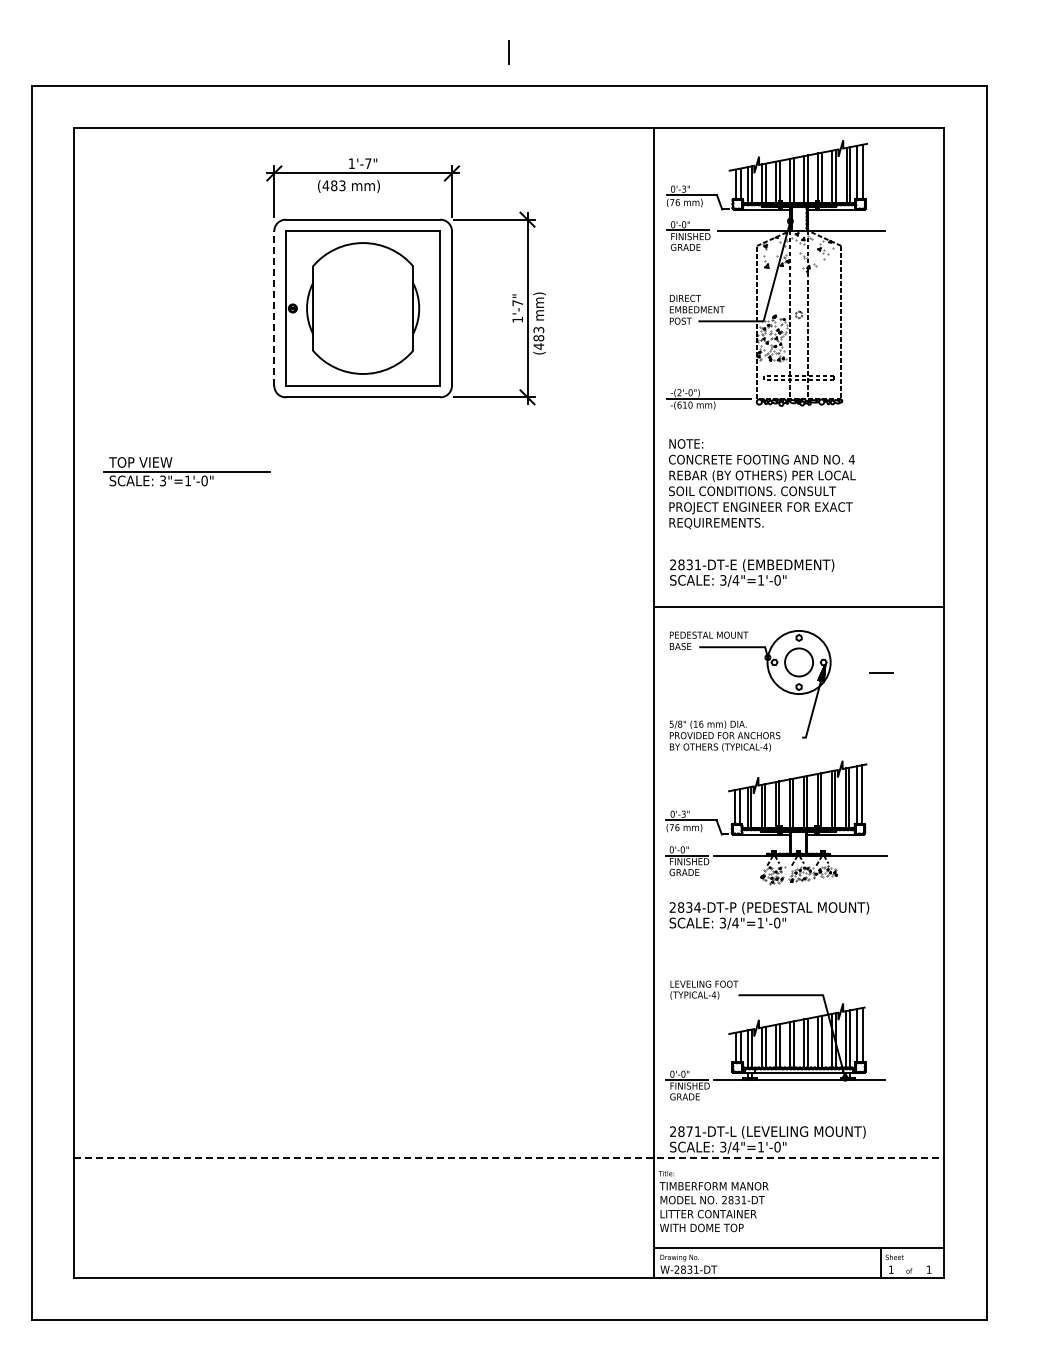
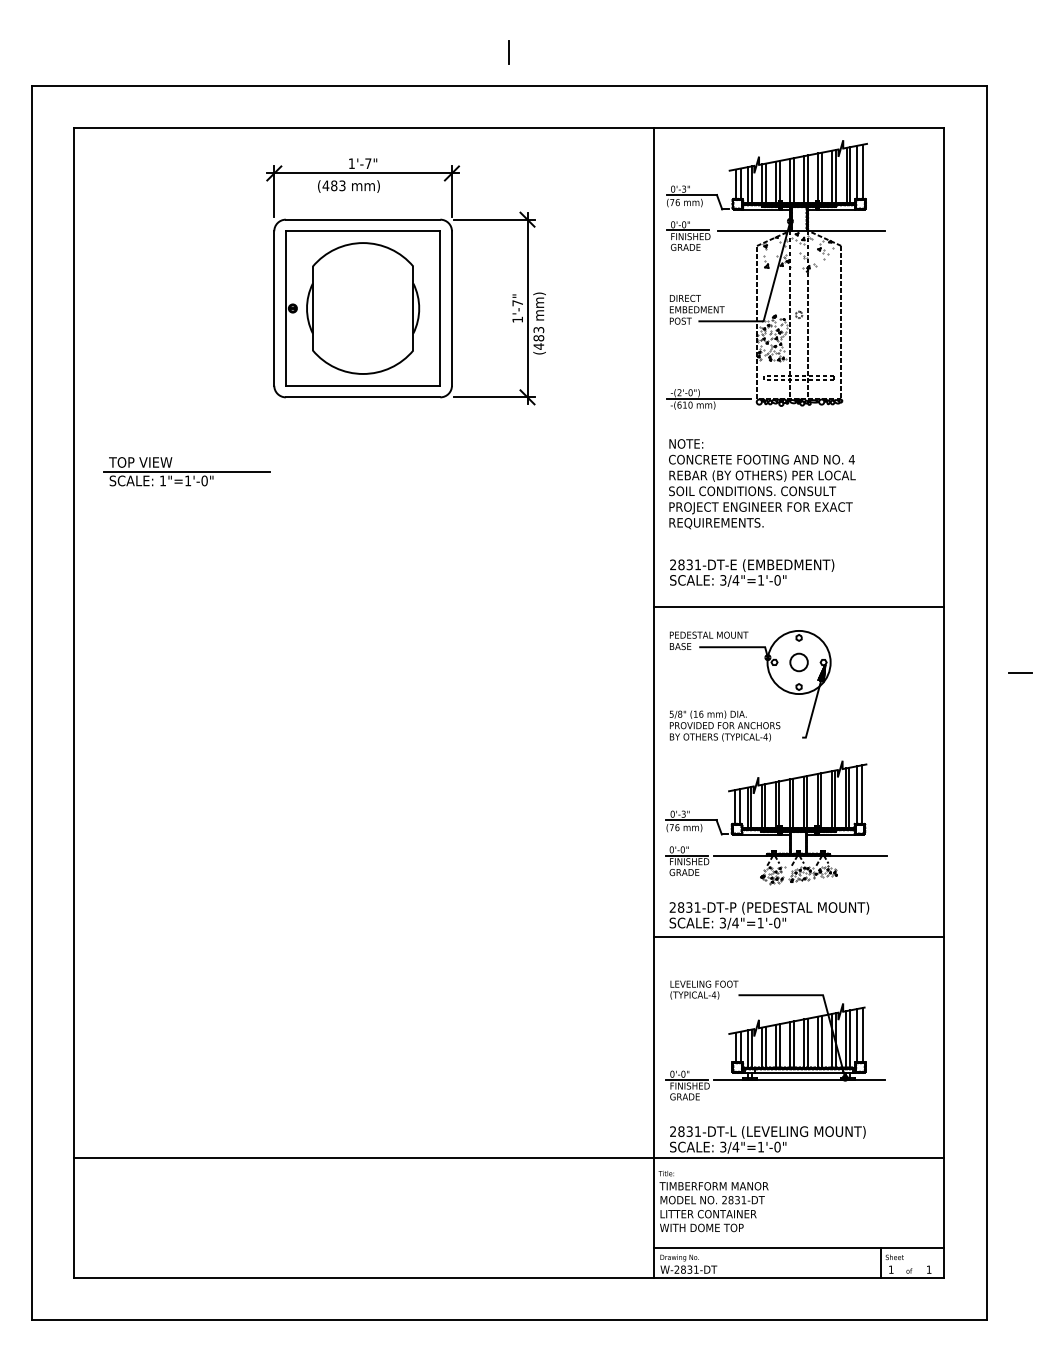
line at (274, 308): dashed -> solid
text at (163, 480): 3"=1'-0" -> 1"=1'-0"
circle at (799, 662) diameter: 28 px -> 18 px
line at (881, 672) position: (881, 672) -> (1020, 672)
text at (724, 735) position: (724, 735) -> (724, 725)
text at (697, 907): 2834-DT-P -> 2831-DT-P
line at (798, 937): none -> present
text at (689, 1131): 2871-DT-L -> 2831-DT-L
line at (509, 1158): dashed -> solid
